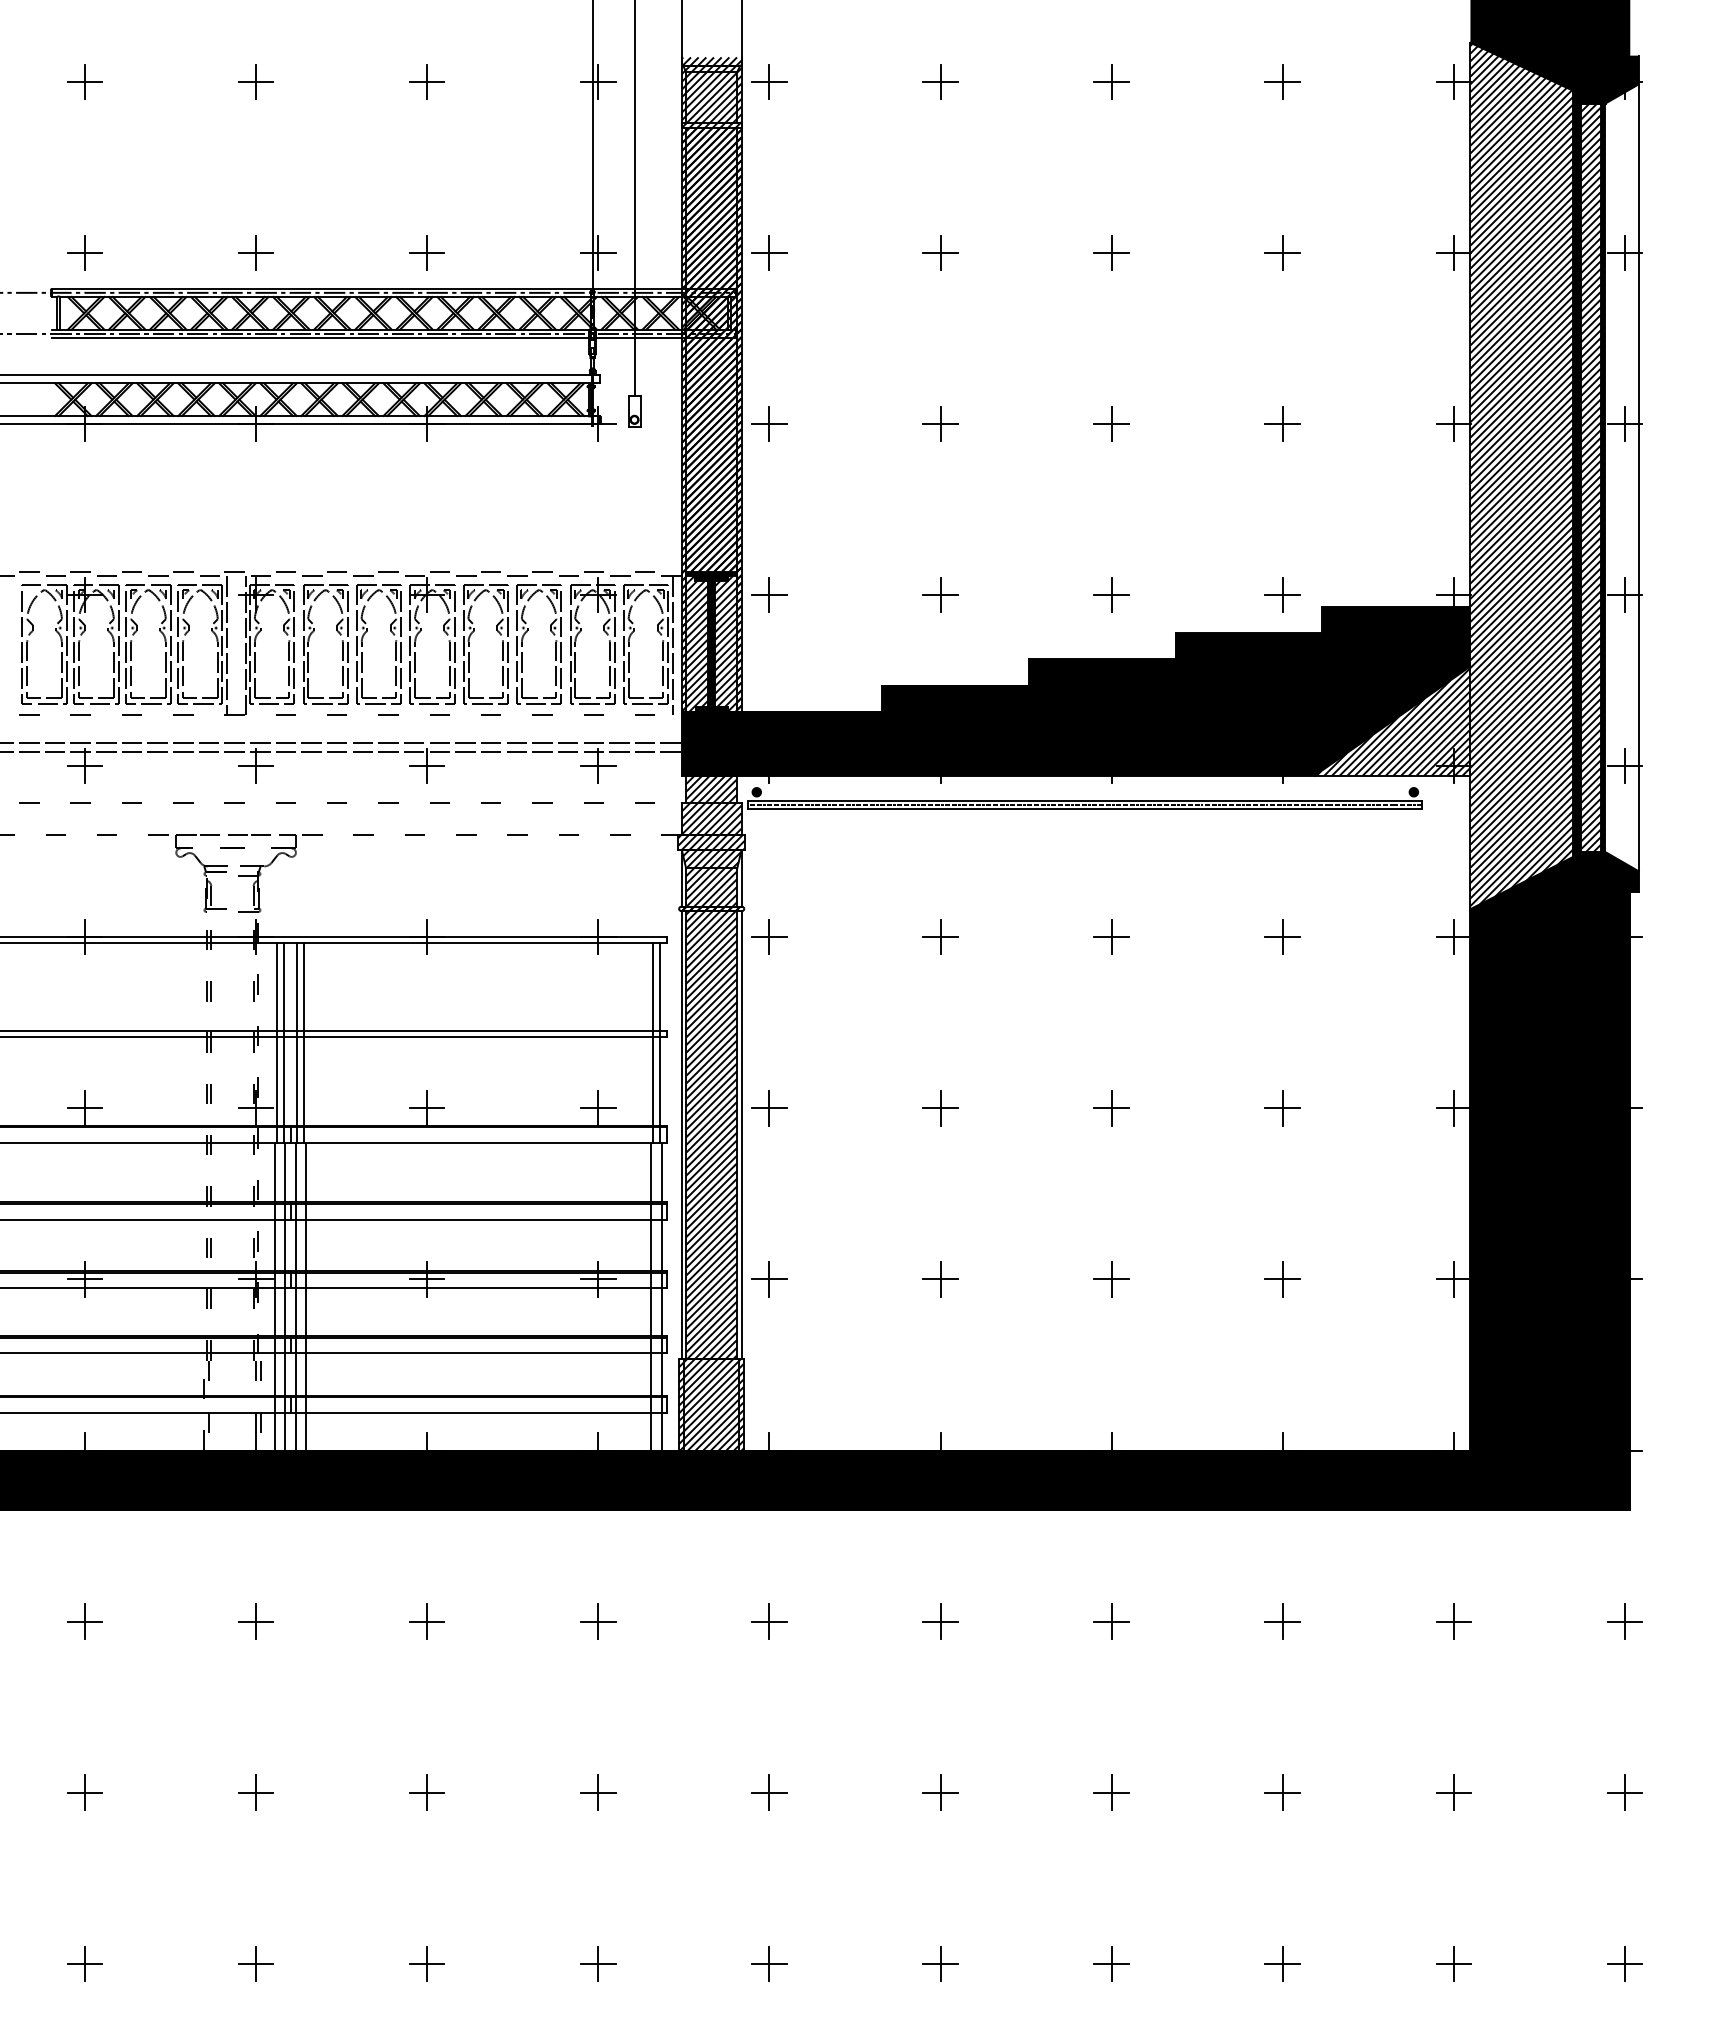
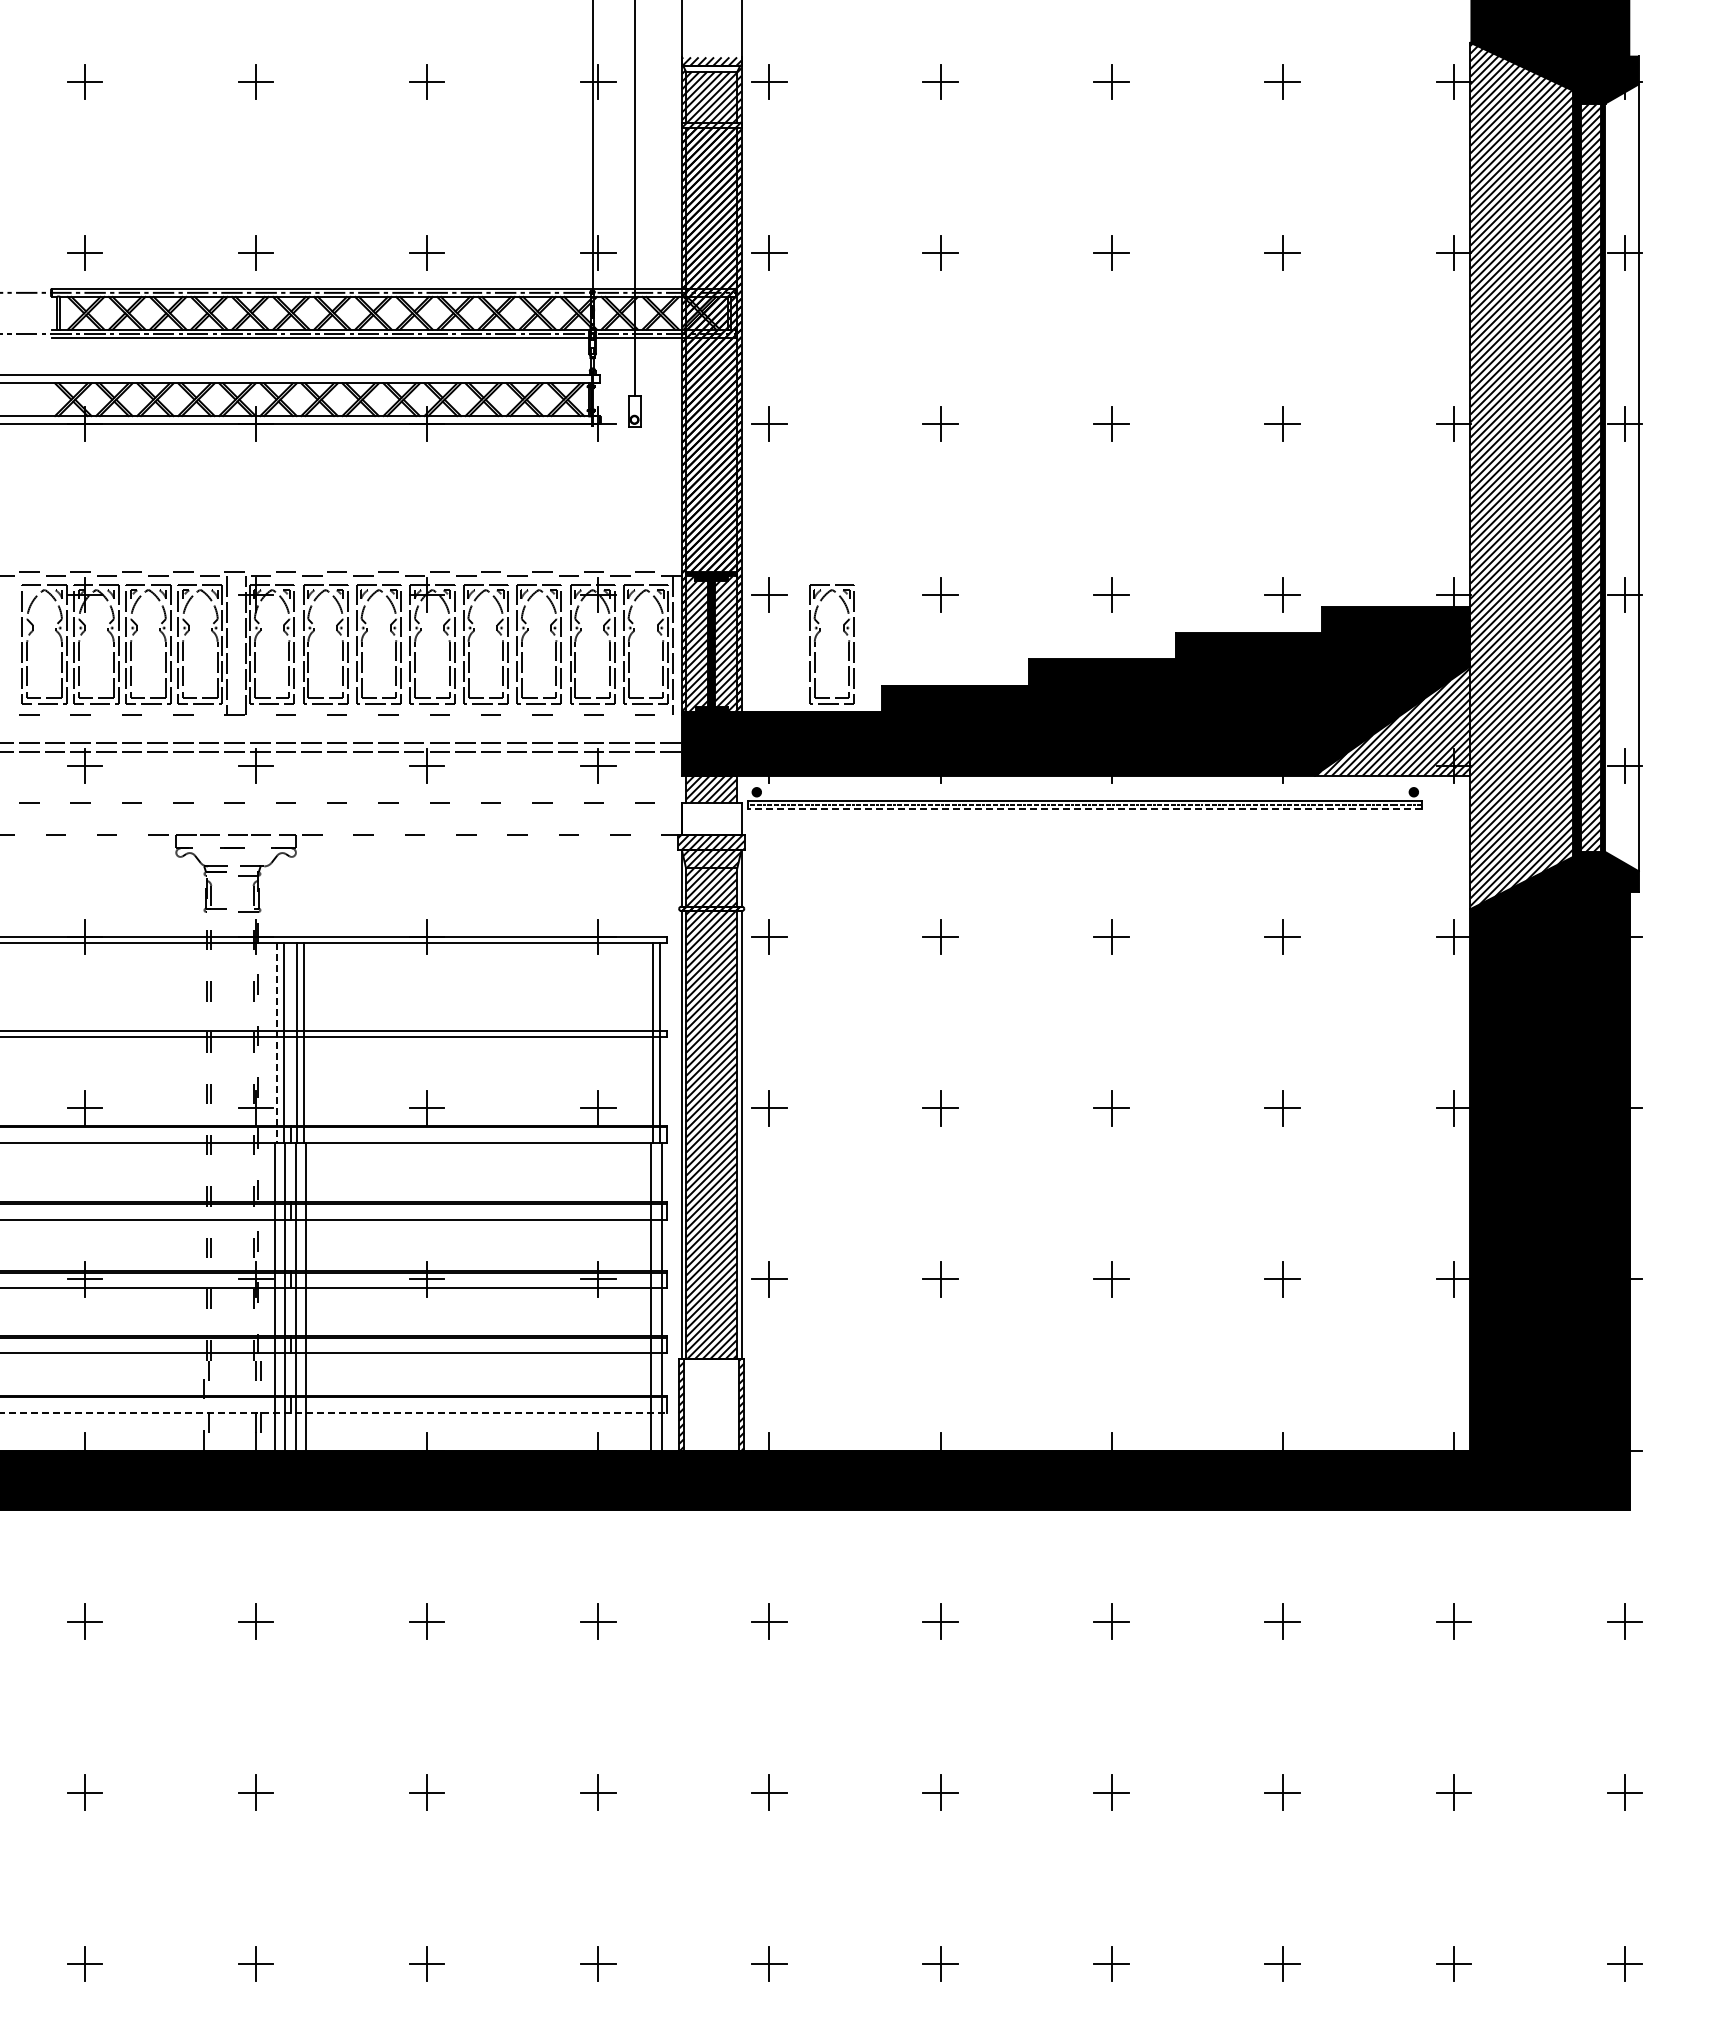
hatch at (710, 68): present -> none
part at (815, 644): none -> present
line at (1084, 809): solid -> dashed
hatch at (711, 818): present -> none
line at (276, 1043): solid -> dashed
hatch at (711, 1404): present -> none
line at (334, 1412): solid -> dashed
